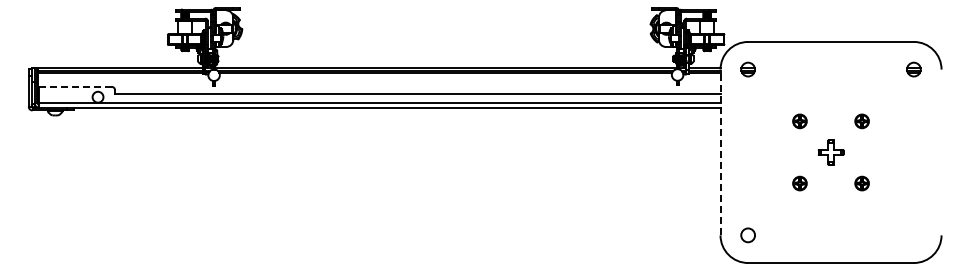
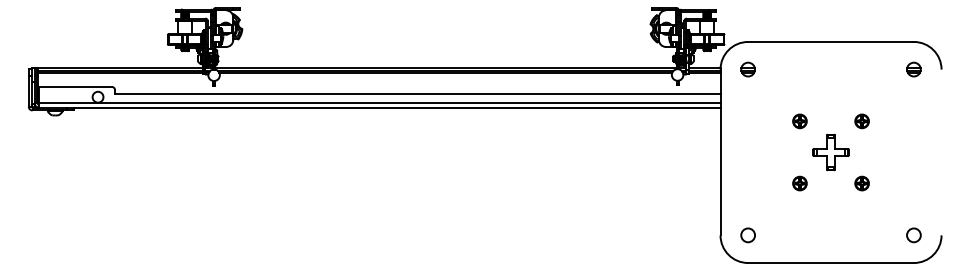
line at (75, 86): dashed -> solid
line at (720, 152): dashed -> solid
part at (831, 152) size: 27x27 px -> 38x39 px
circle at (913, 235): none -> present
